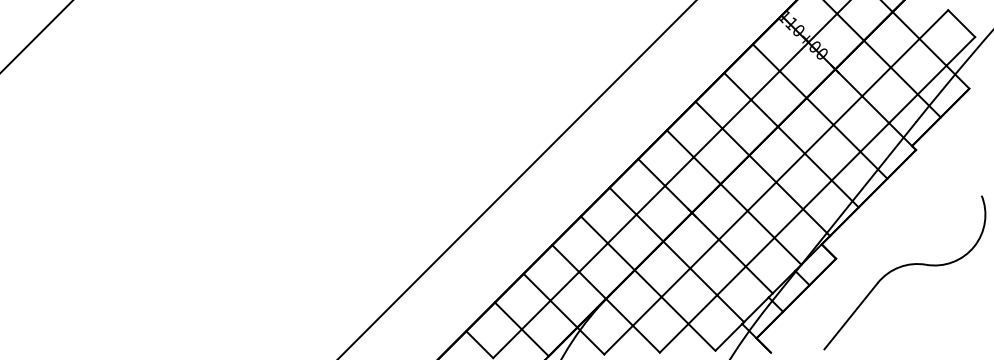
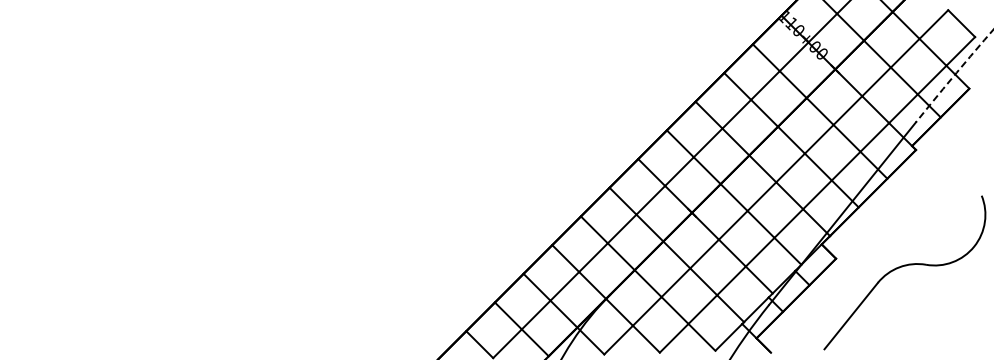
line at (36, 36): present -> none
arc at (954, 75): solid -> dashed
line at (517, 179): present -> none
